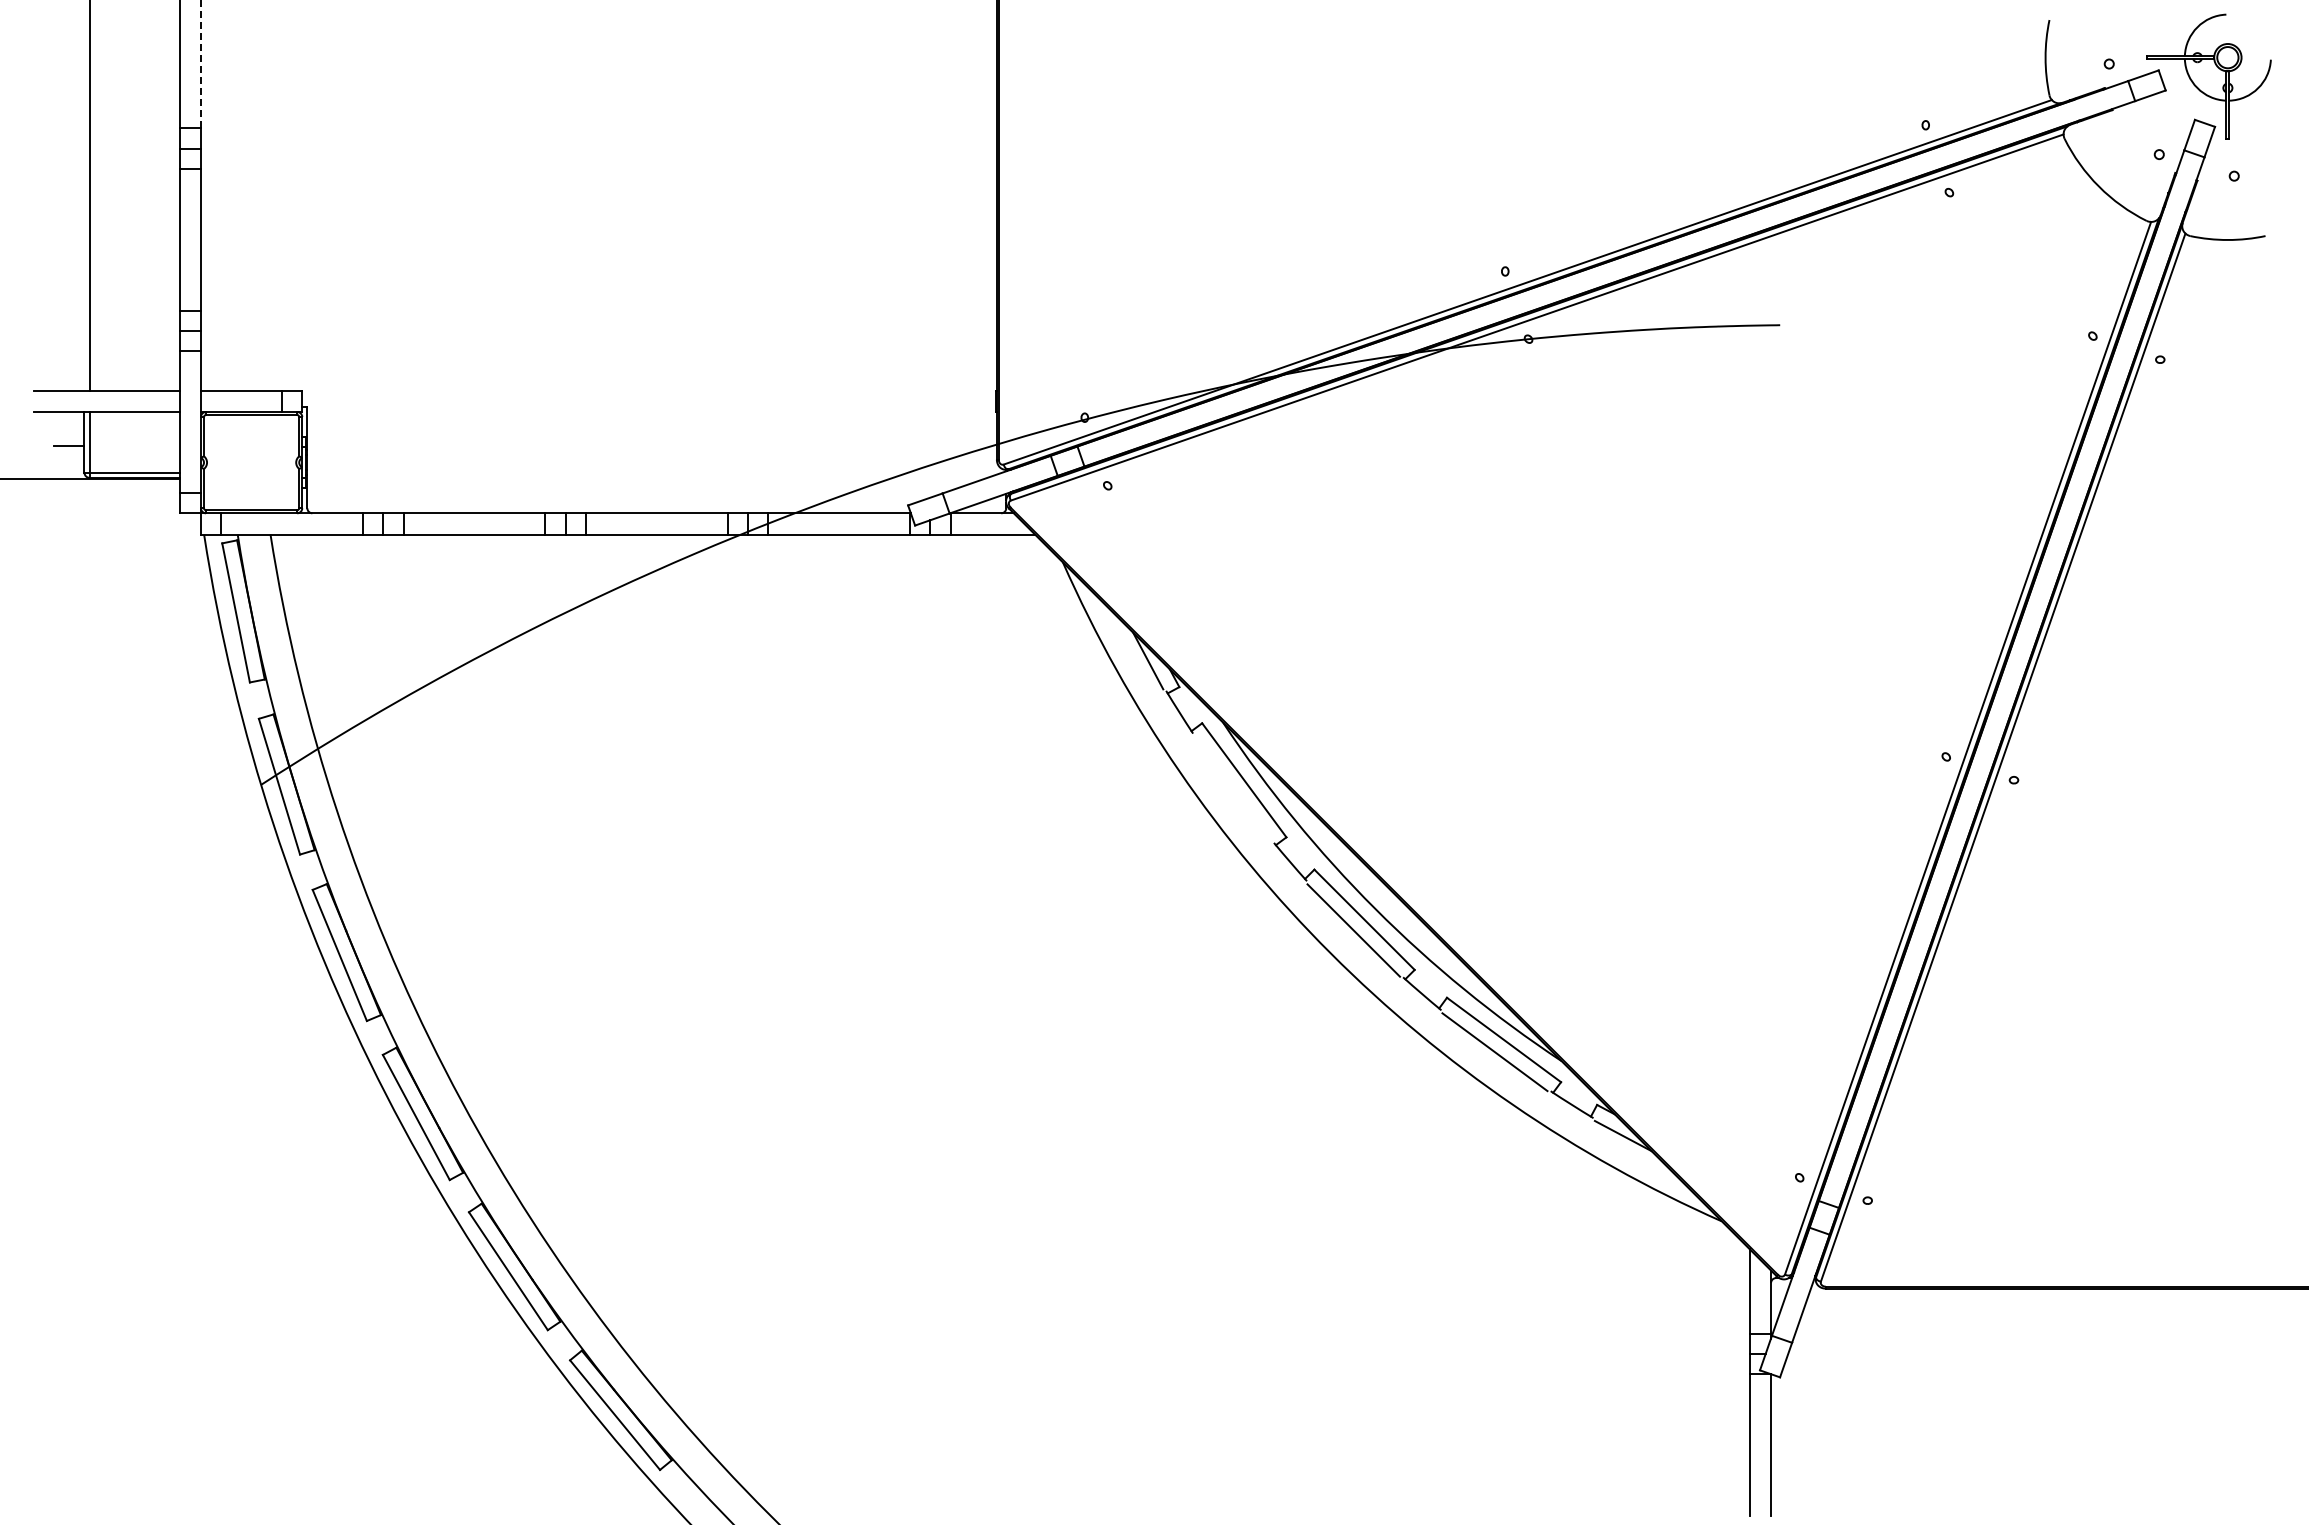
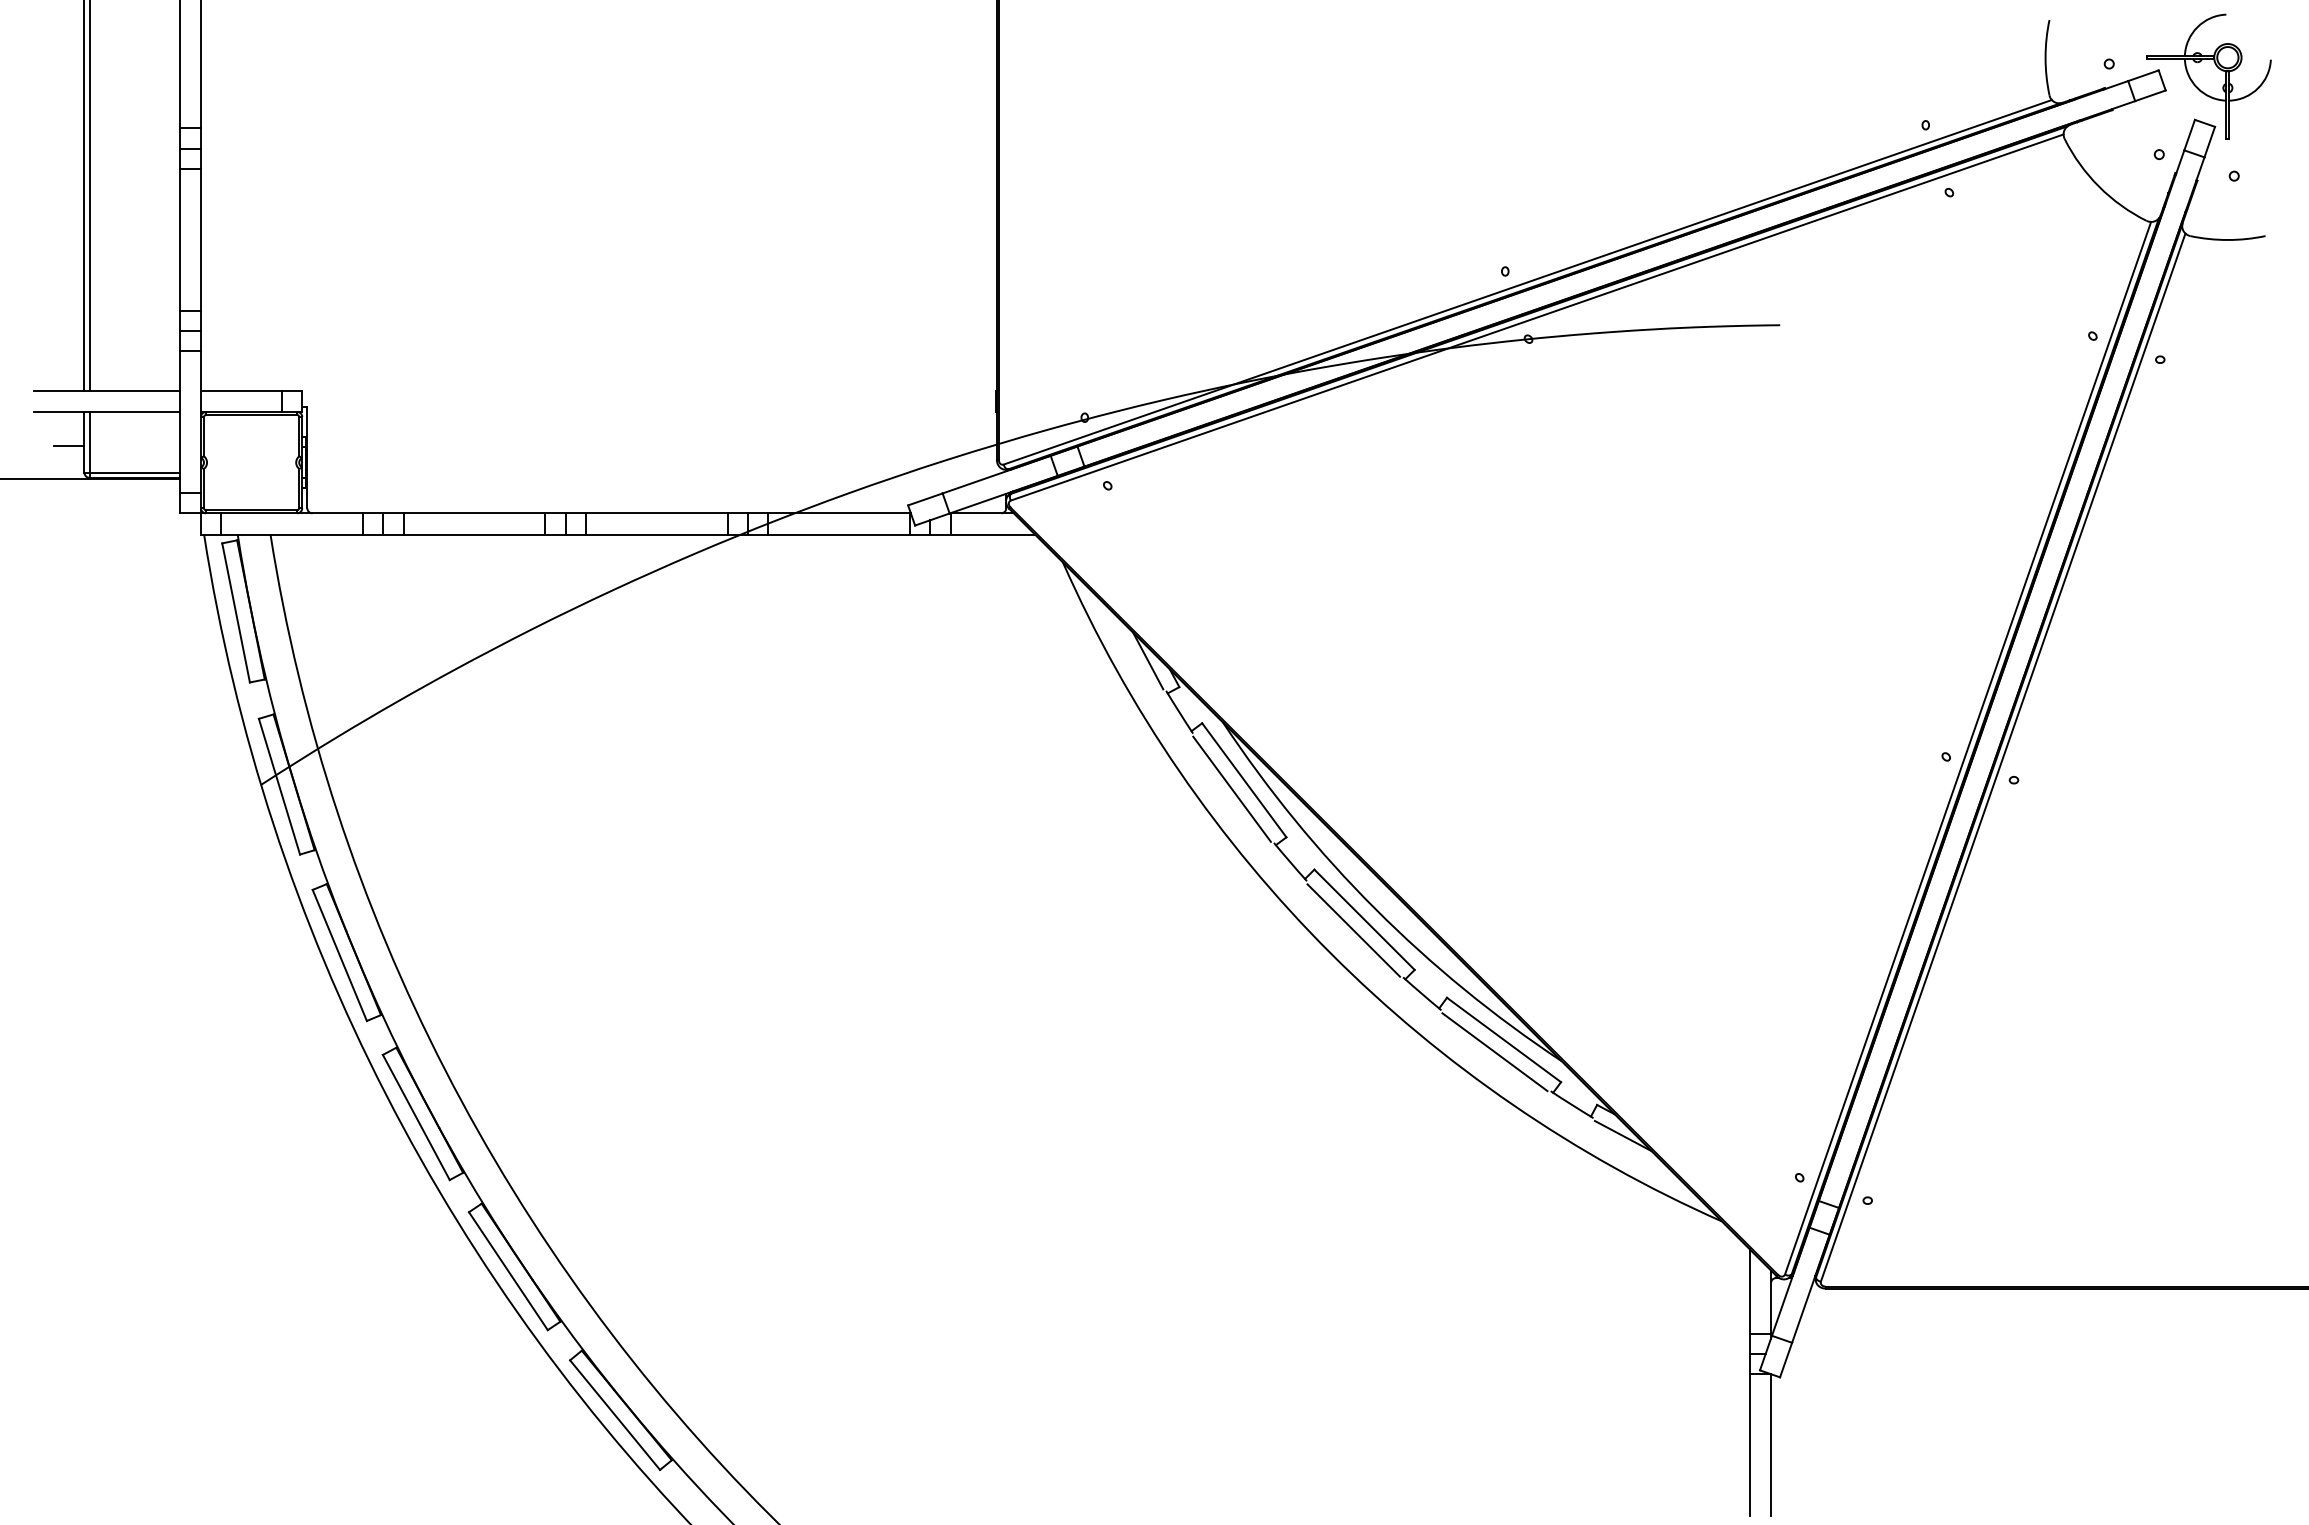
line at (200, 64): dashed -> solid
line at (84, 196): none -> present
line at (1231, 788): none -> present
